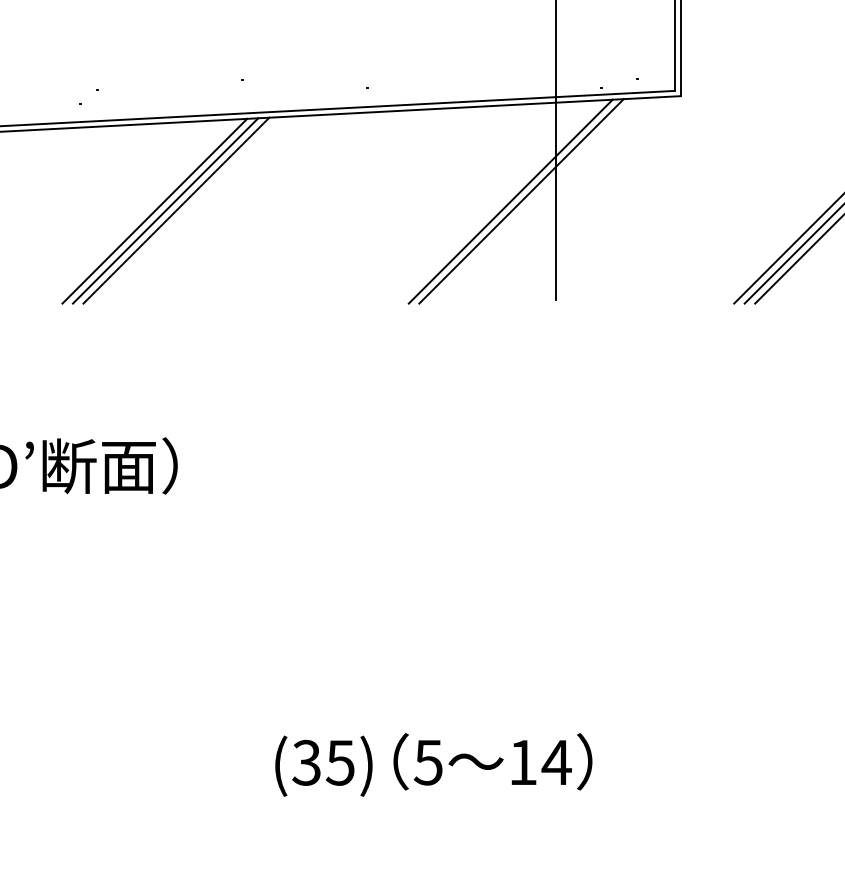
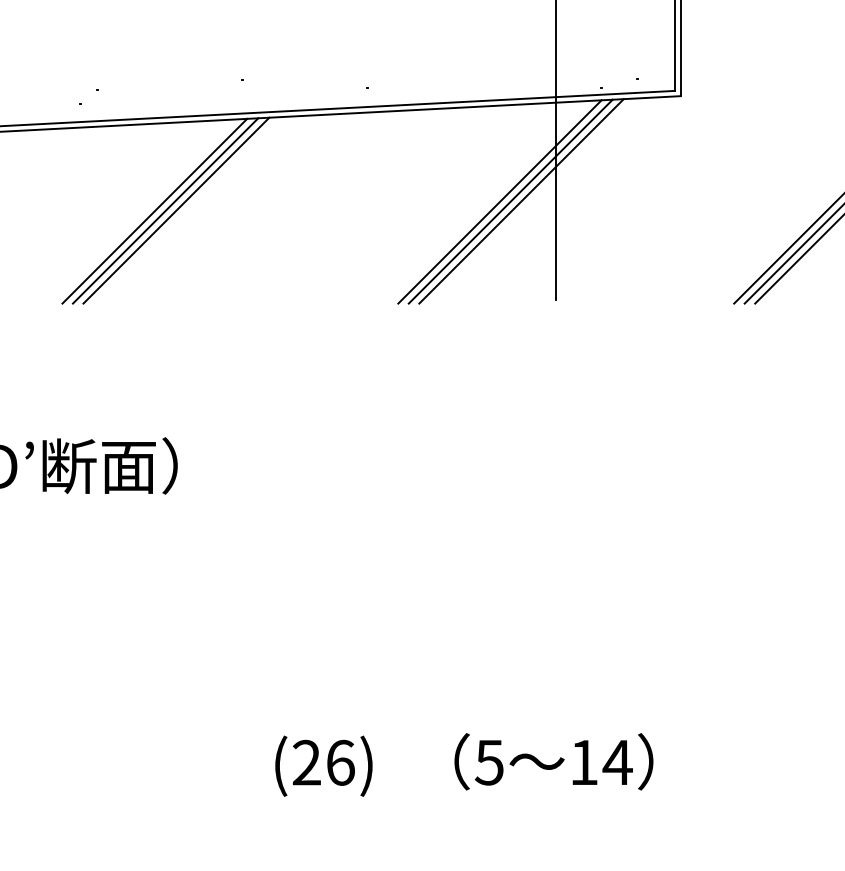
line at (499, 201): none -> present
text at (492, 761) position: (492, 761) -> (553, 761)
text at (323, 762): (35) -> (26)
